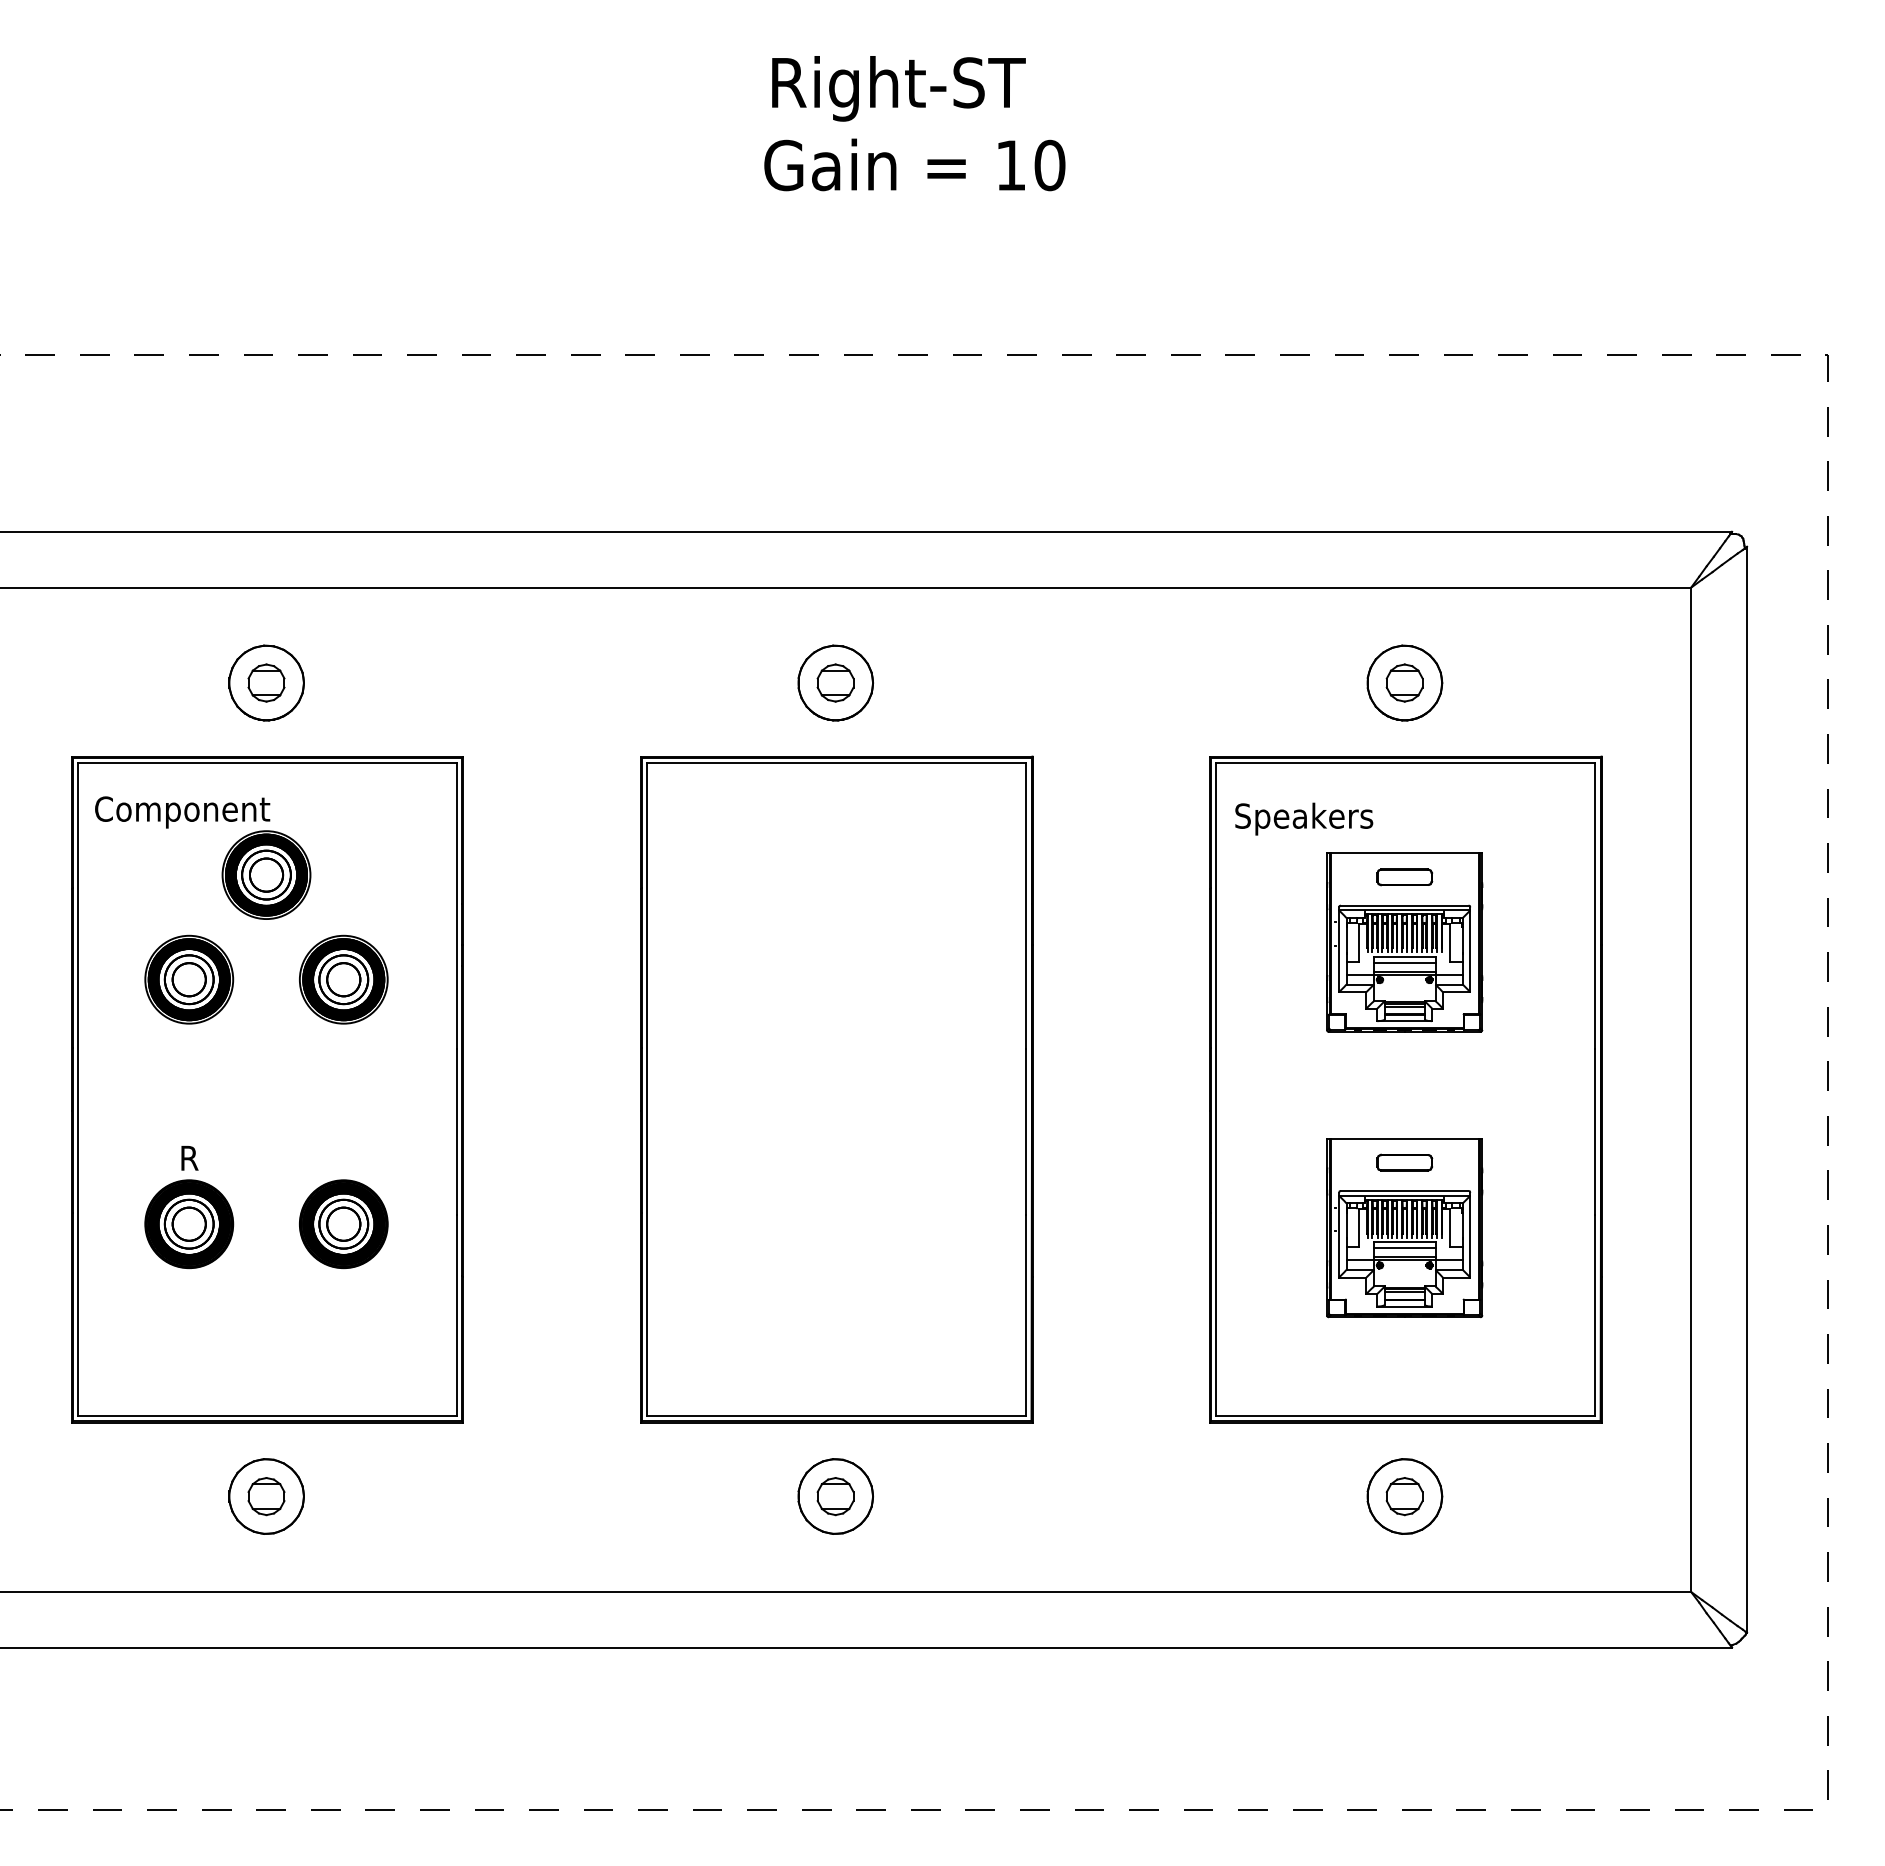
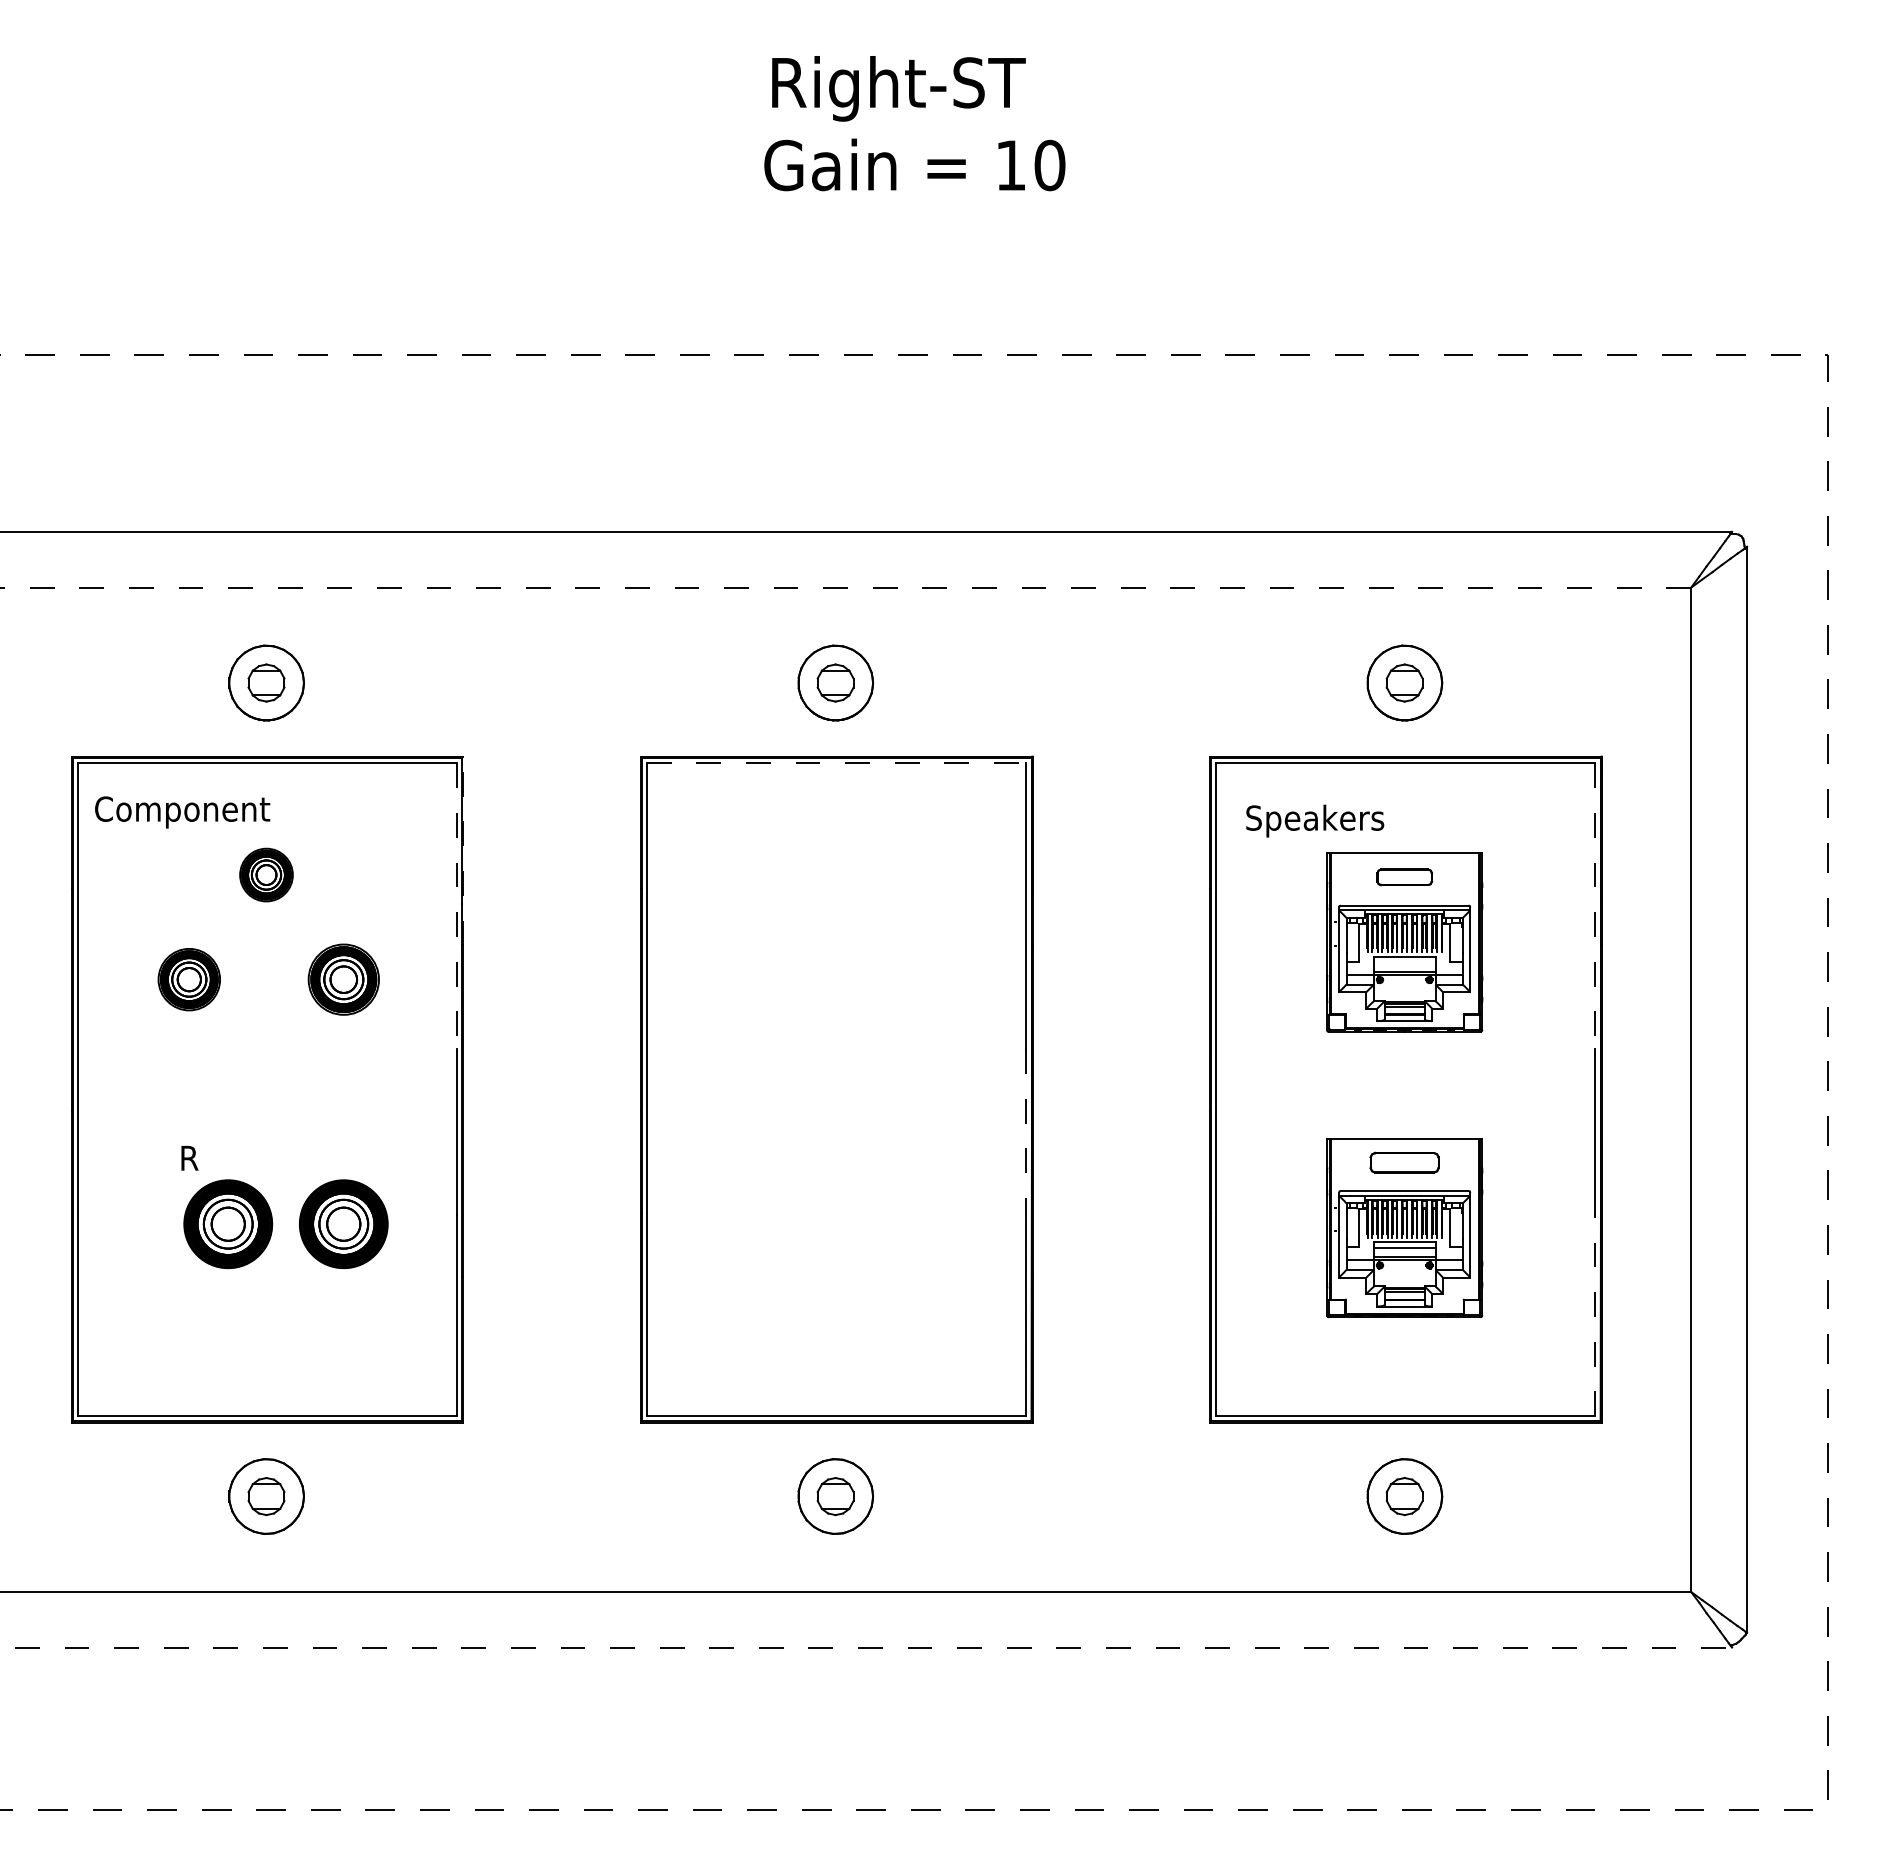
line at (845, 587): solid -> dashed
line at (836, 763): solid -> dashed
text at (1304, 818) position: (1304, 818) -> (1315, 820)
line at (463, 850): solid -> dashed
part at (266, 874) size: 91x90 px -> 55x56 px
line at (457, 906): solid -> dashed
line at (1595, 906): solid -> dashed
line at (1404, 962): present -> none
part at (189, 979) size: 91x91 px -> 64x64 px
part at (343, 979) size: 90x91 px -> 73x73 px
line at (1026, 1131): solid -> dashed
part at (1404, 1162) size: 58x19 px -> 71x23 px
part at (189, 1224) position: (189, 1224) -> (228, 1224)
line at (1595, 1315): solid -> dashed
line at (866, 1647): solid -> dashed
